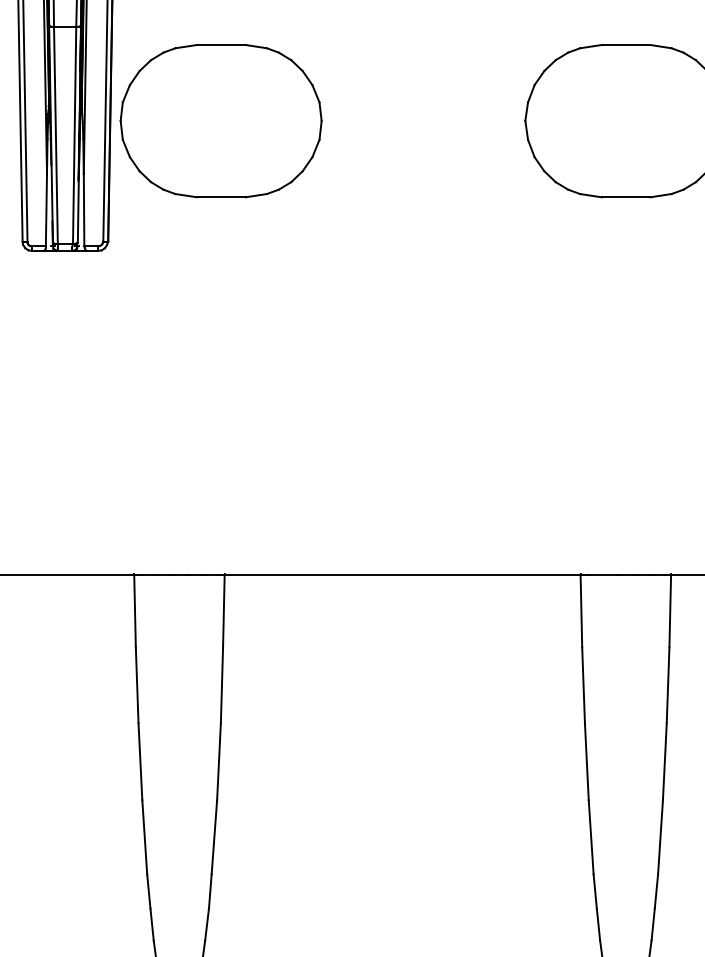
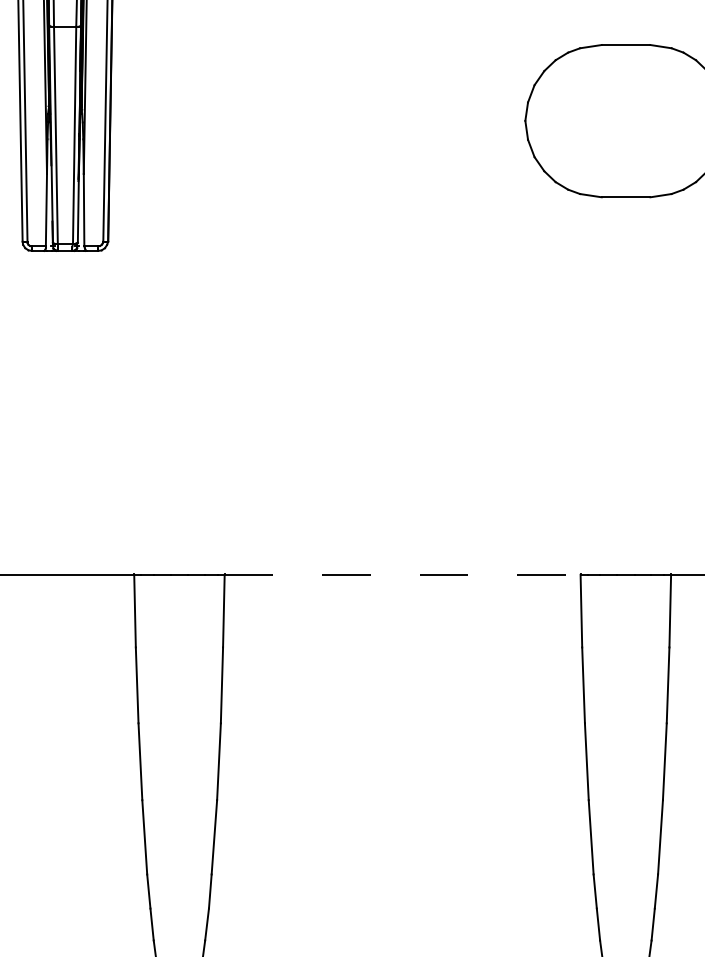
part at (220, 121): present -> none
line at (402, 574): solid -> dashed
